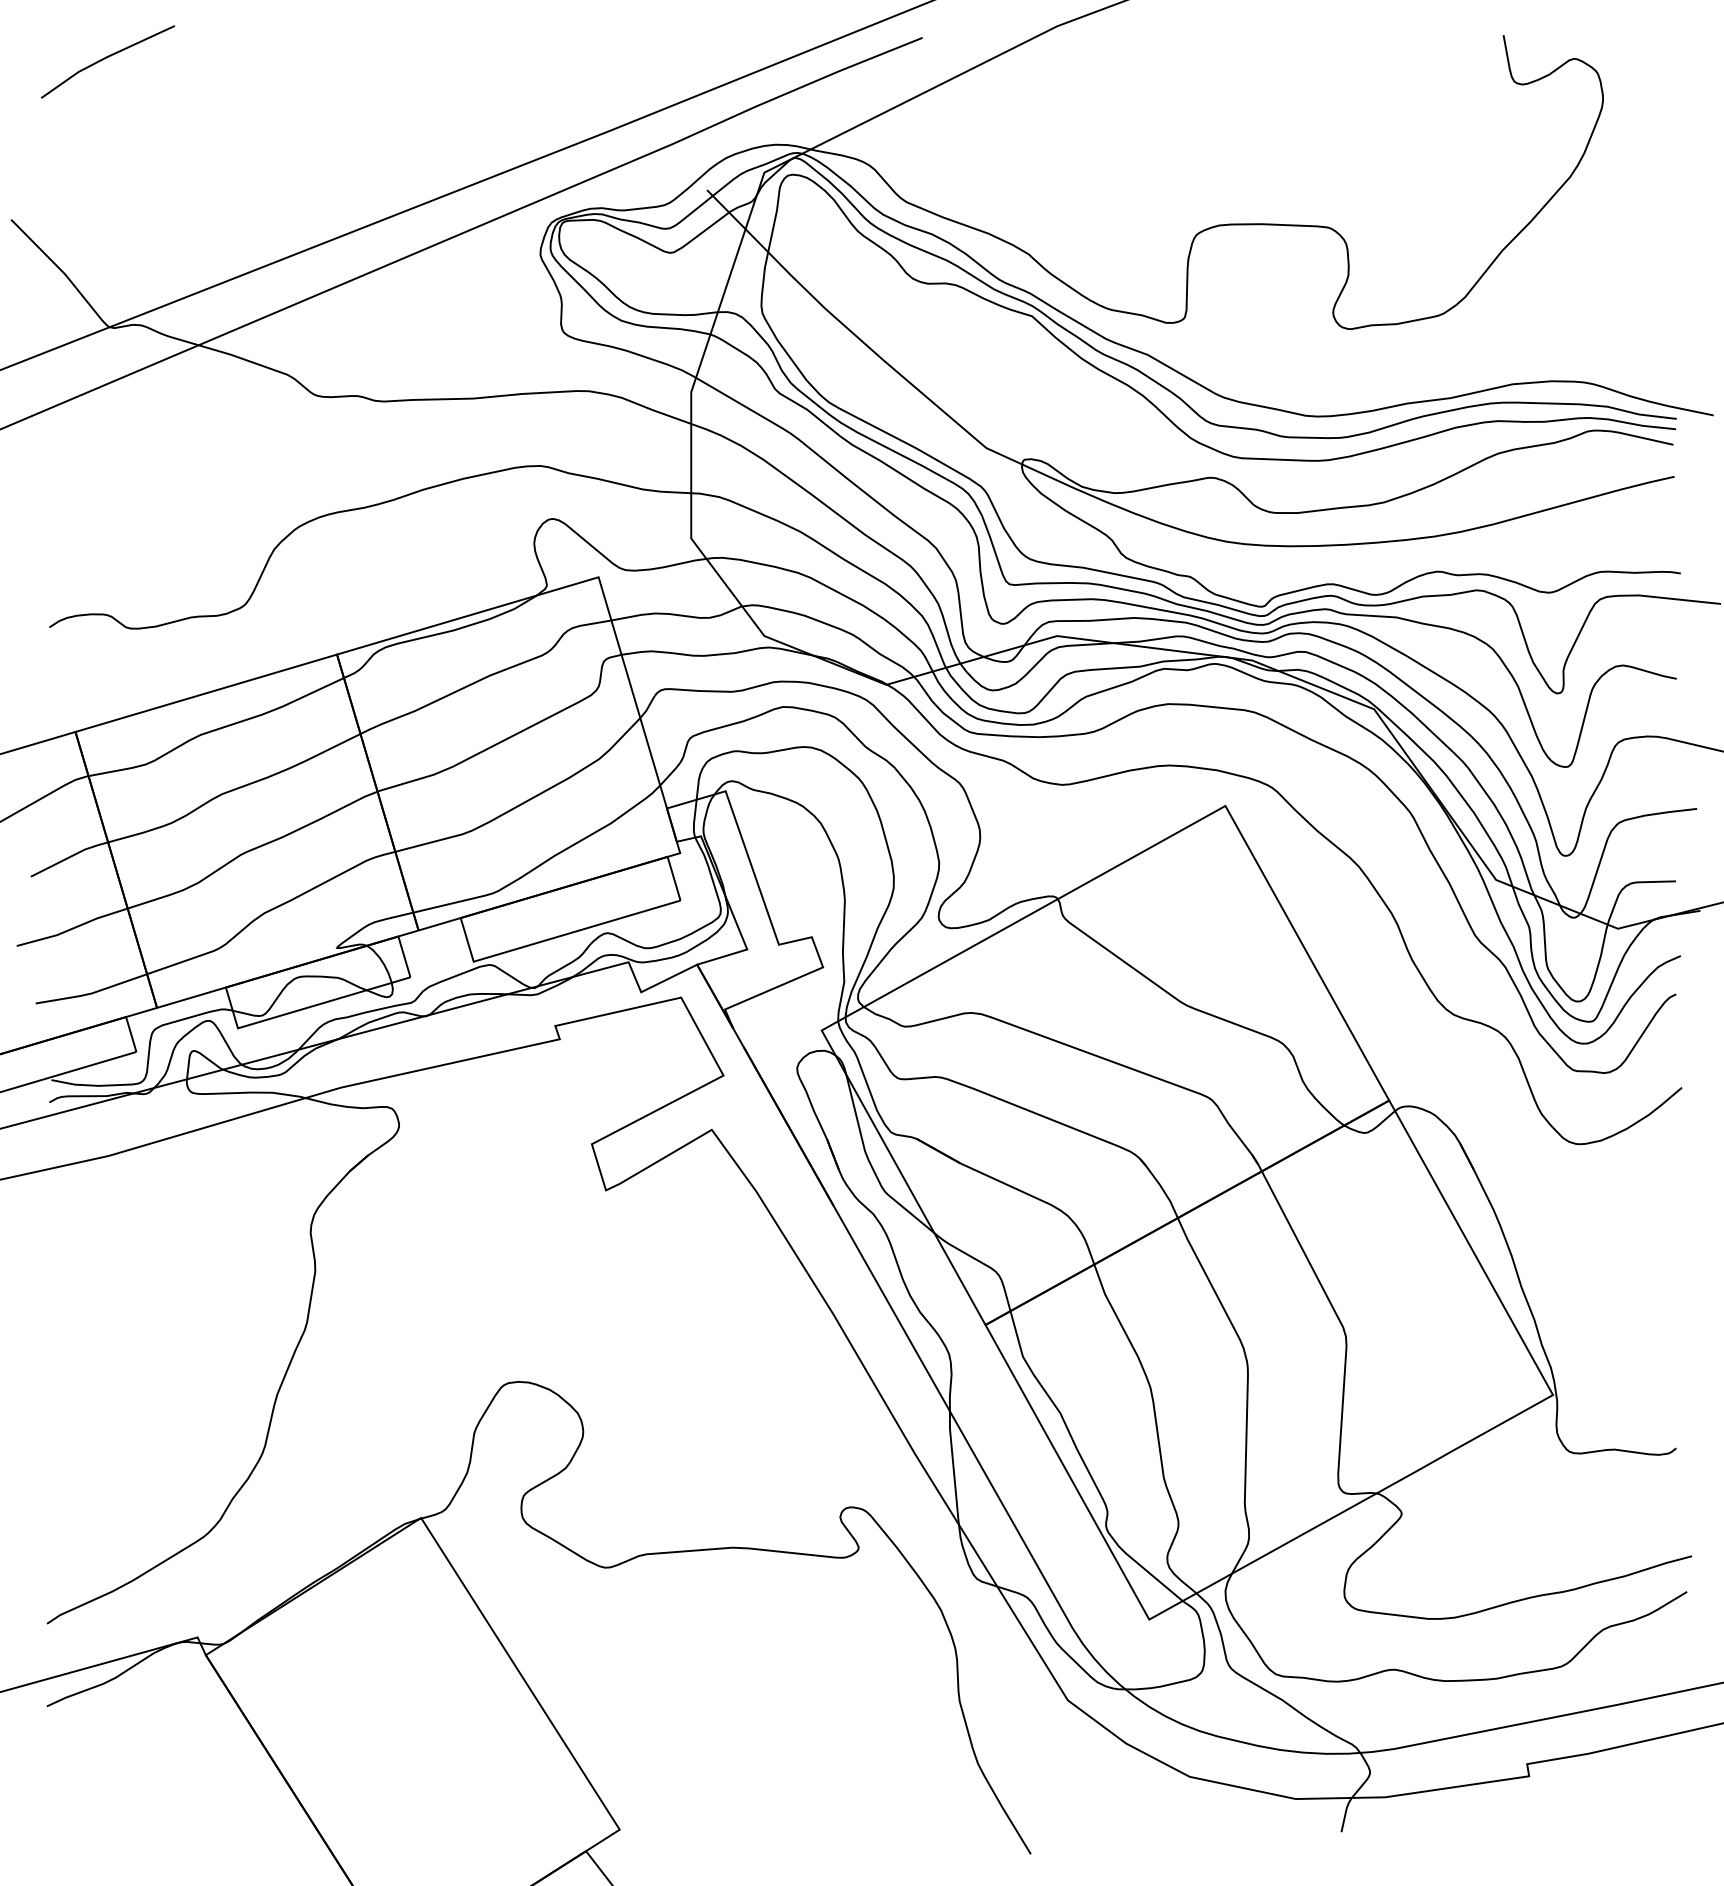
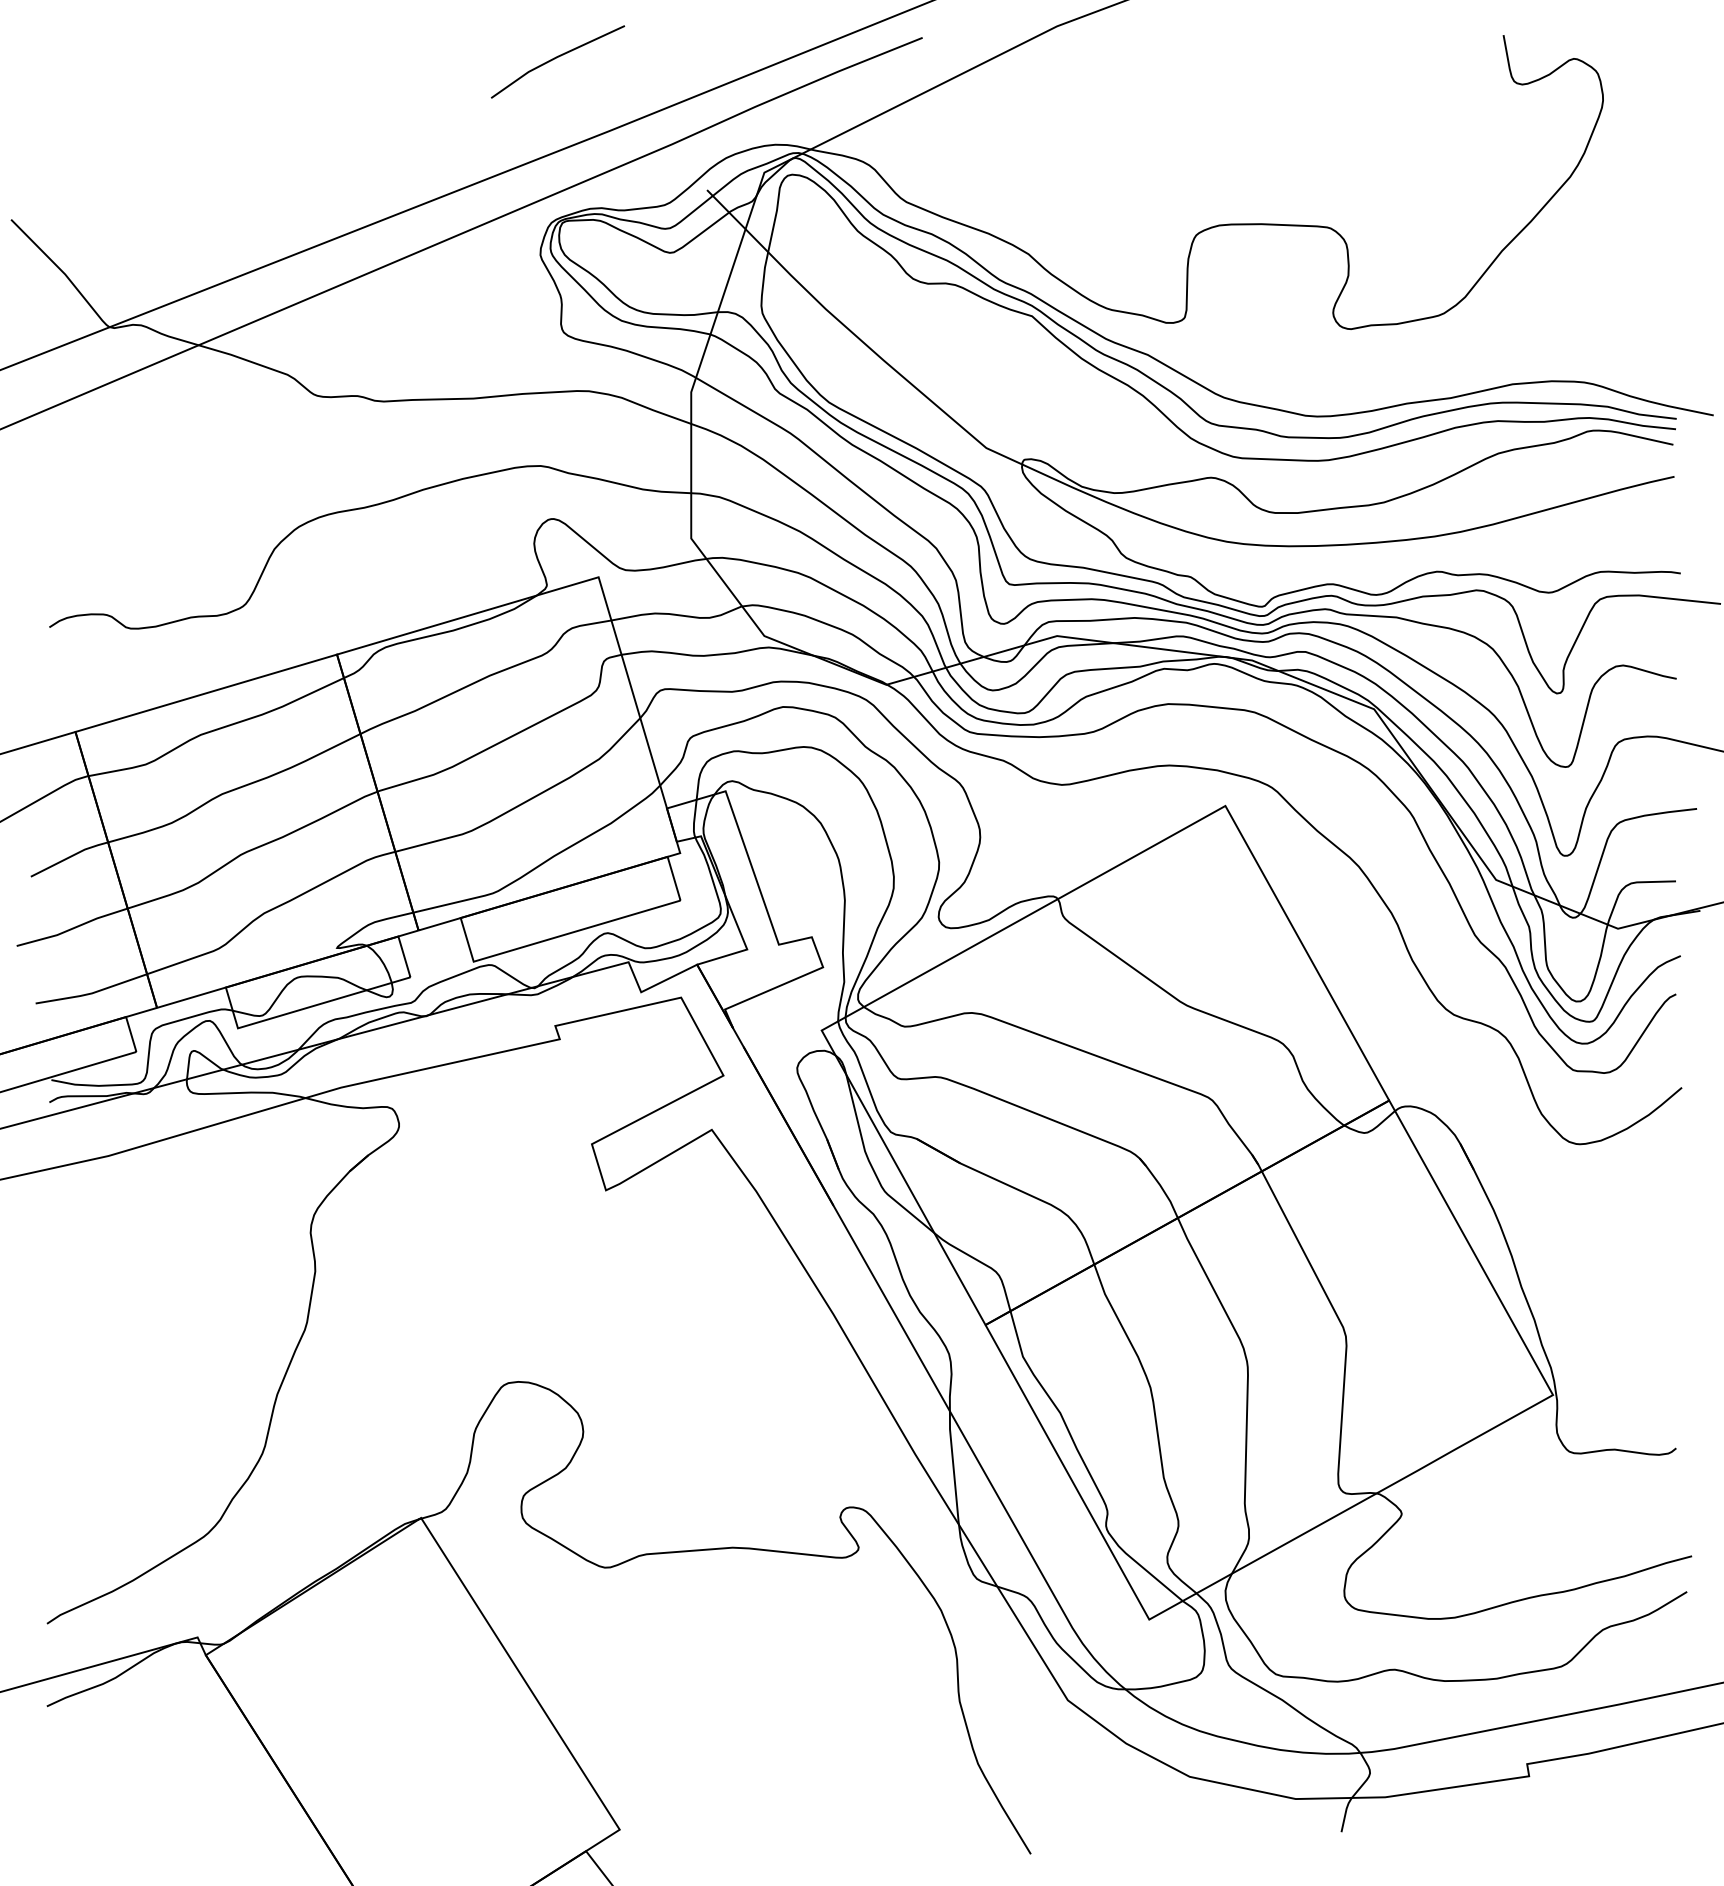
line at (105, 59) position: (105, 59) -> (555, 59)
